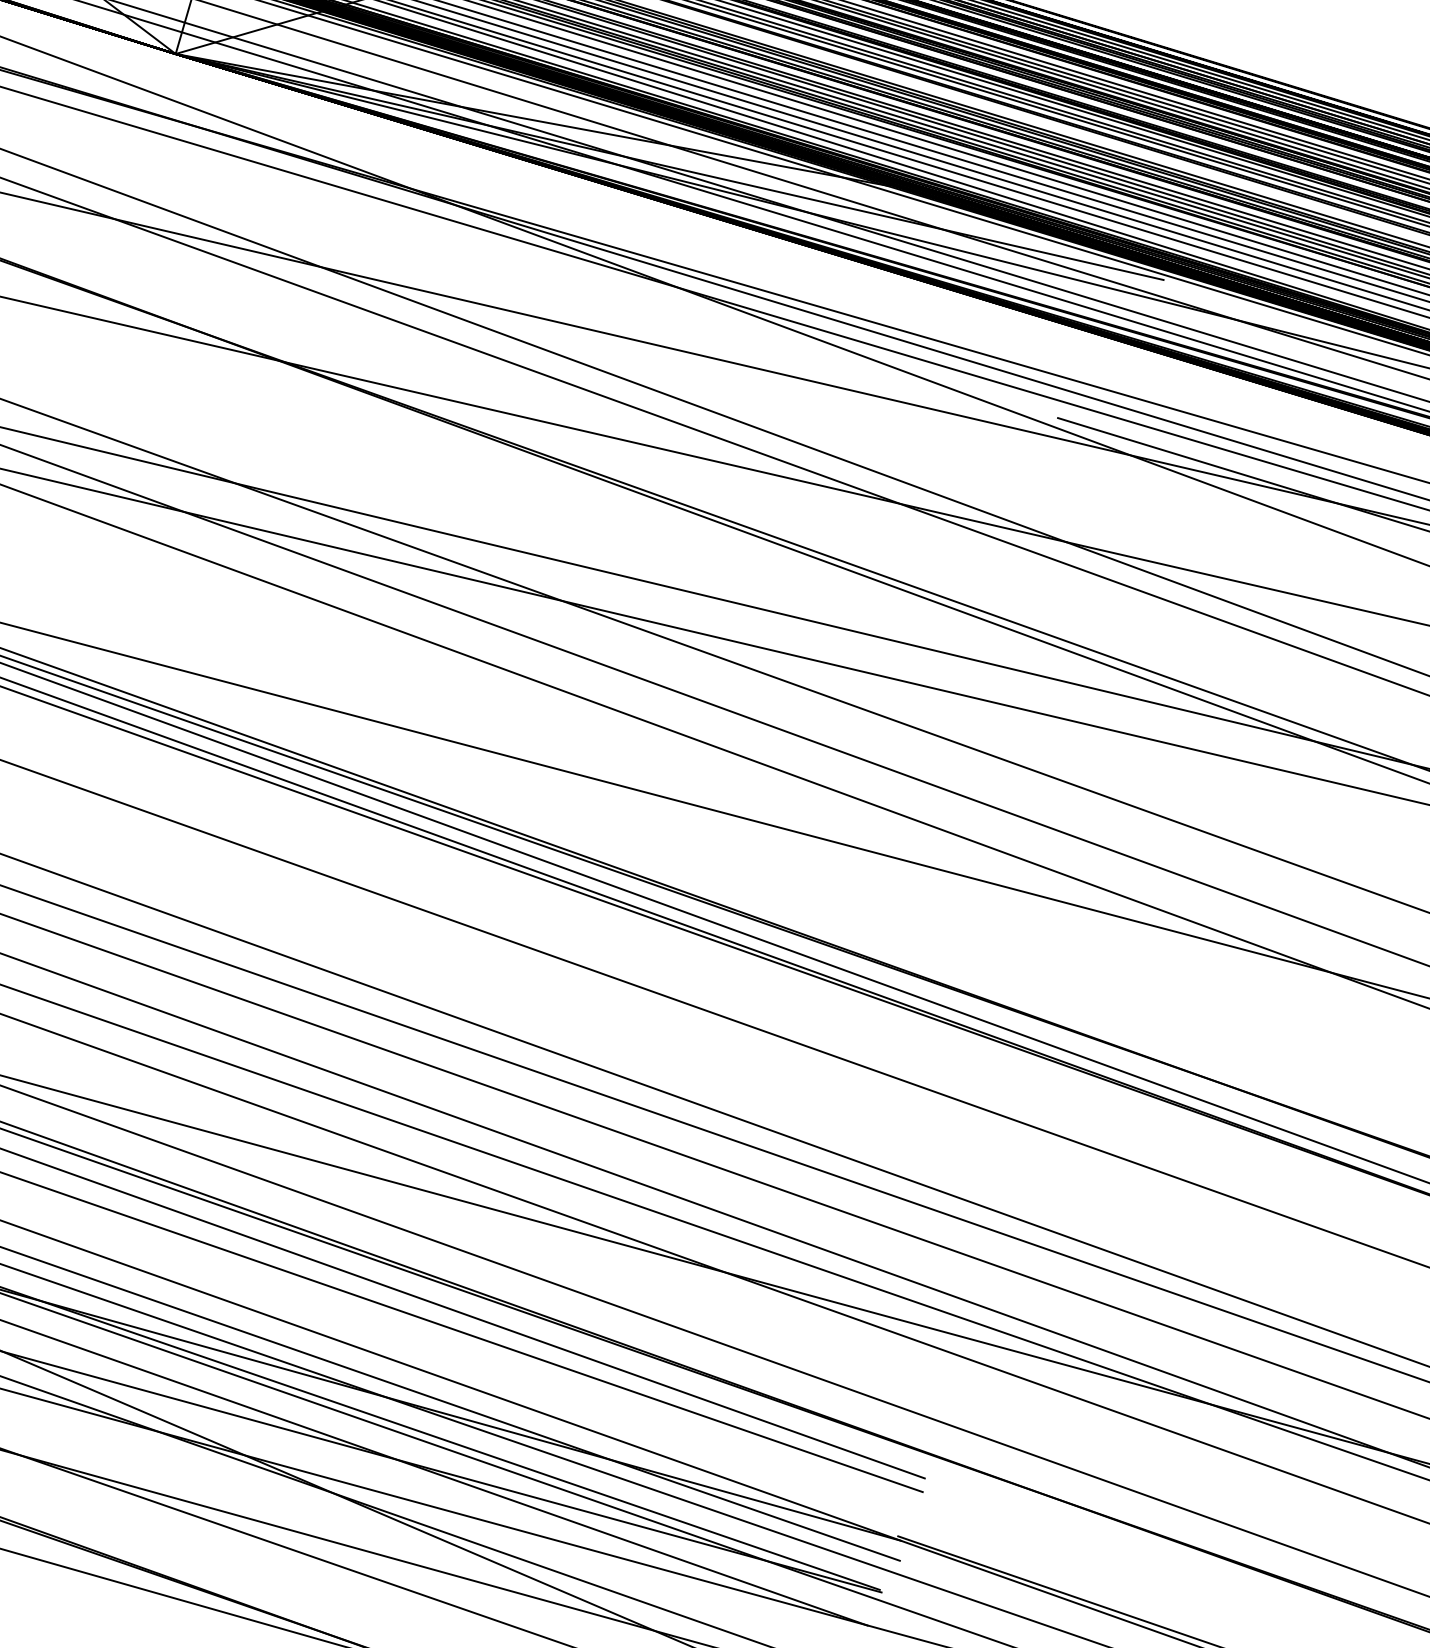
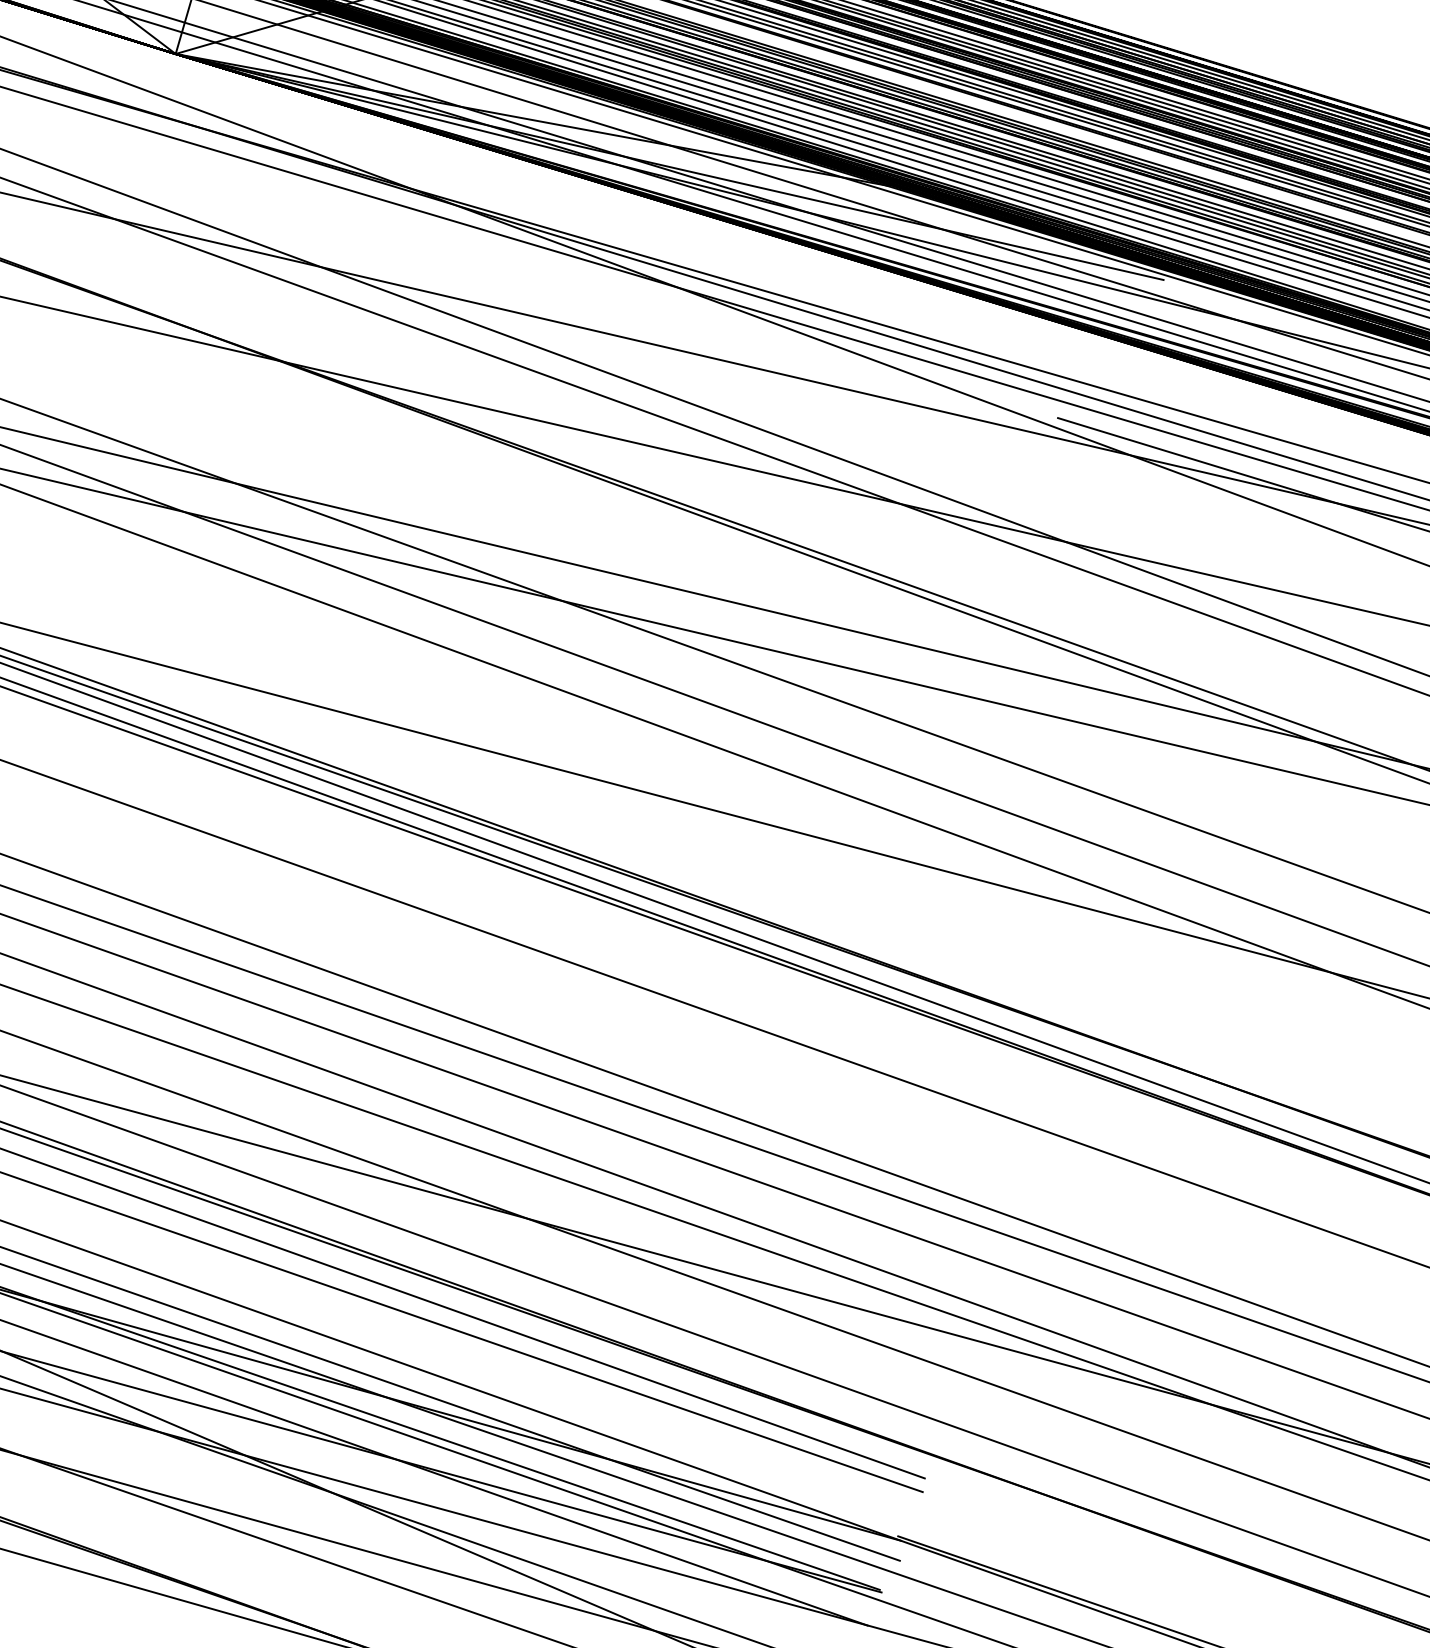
line at (714, 1268) position: (714, 1268) -> (714, 1285)
